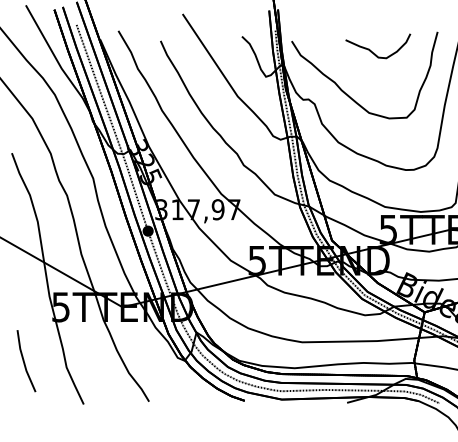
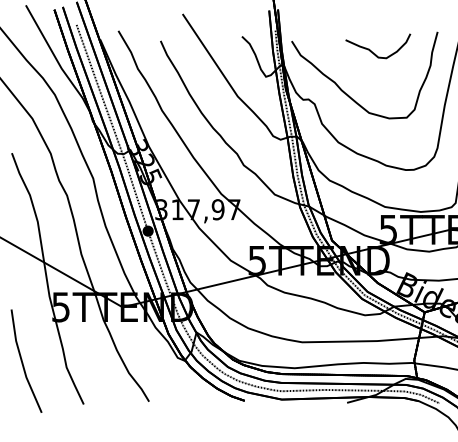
part at (26, 361) size: 21x63 px -> 33x104 px
